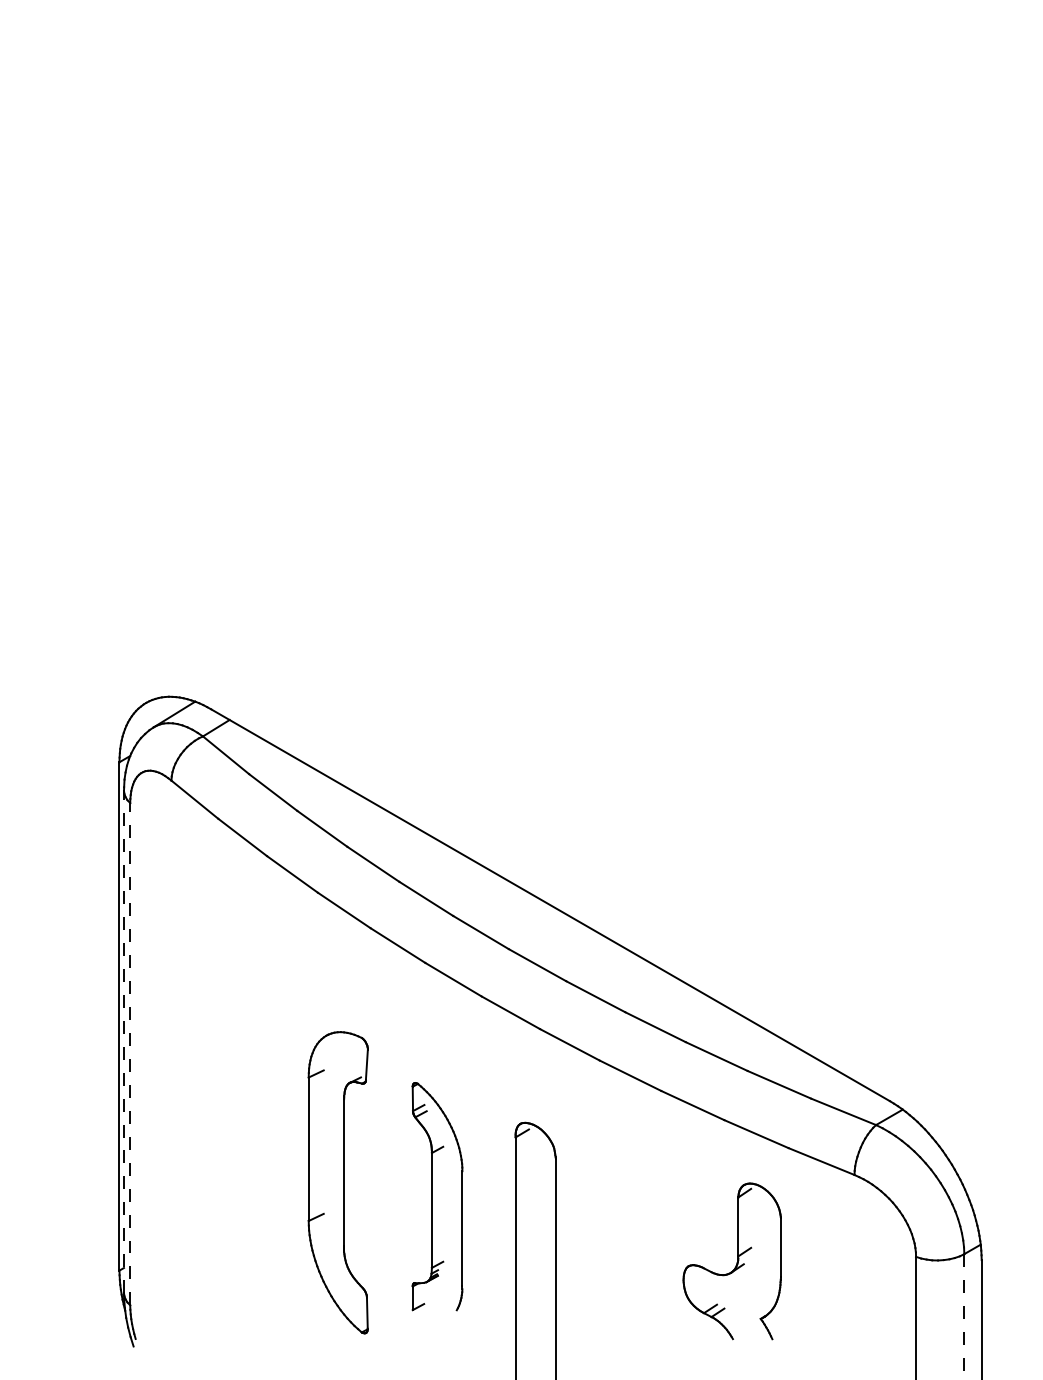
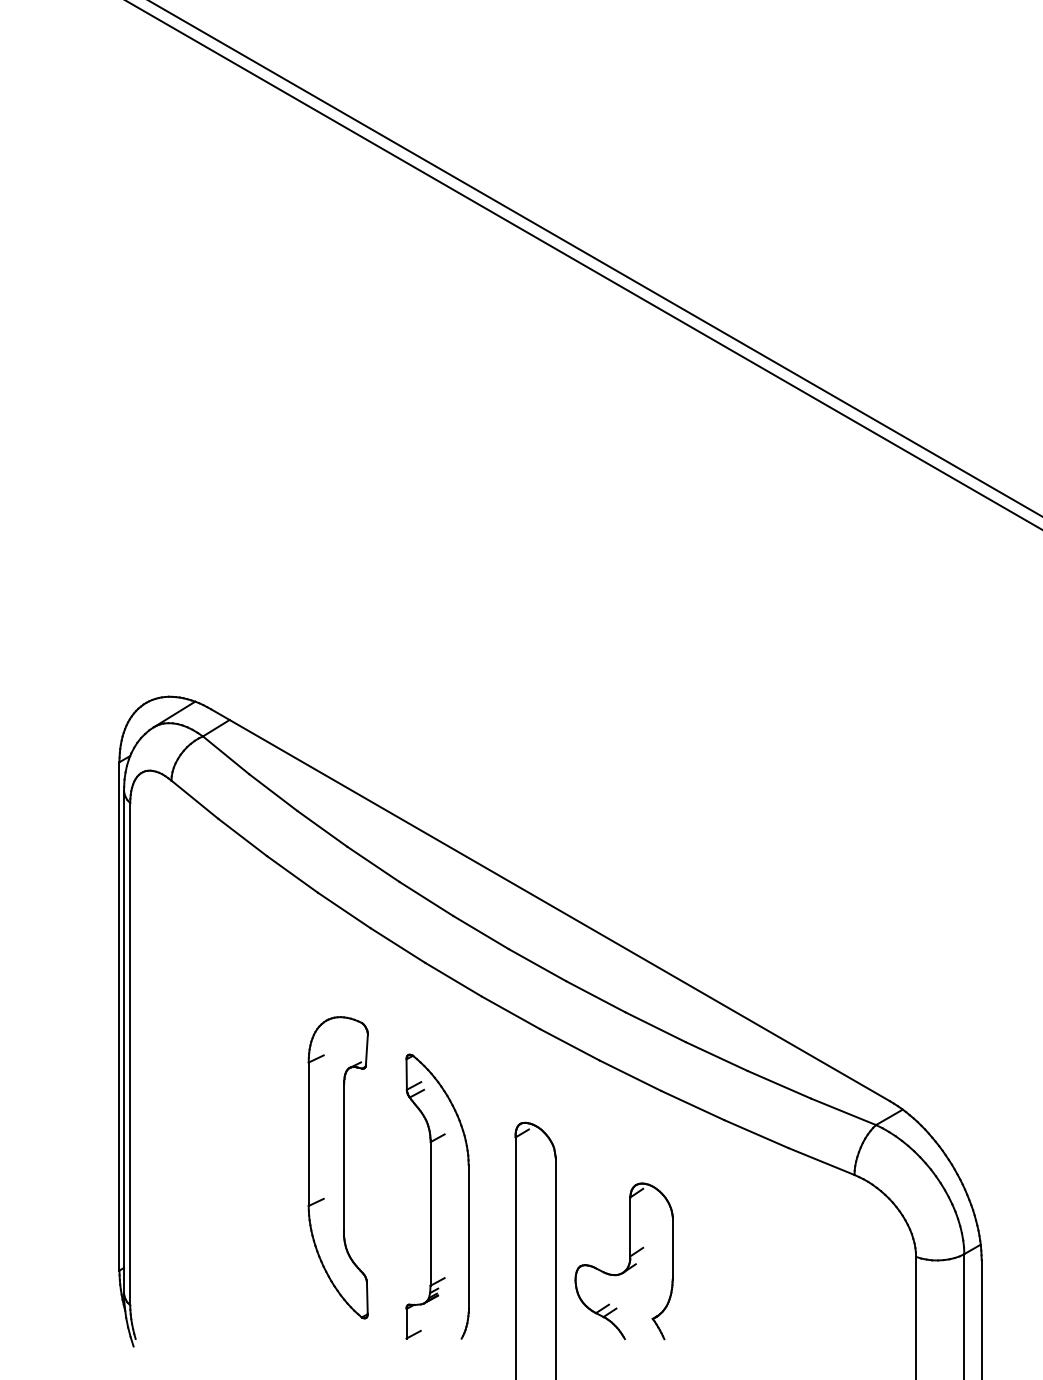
line at (595, 258): none -> present
line at (583, 265): none -> present
line at (124, 1041): dashed -> solid
line at (130, 1053): dashed -> solid
part at (337, 1182) position: (337, 1182) -> (337, 1167)
part at (437, 1196) size: 53x230 px -> 65x287 px
part at (731, 1261) position: (731, 1261) -> (623, 1261)
line at (964, 1317): dashed -> solid
